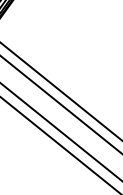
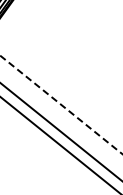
line at (60, 91): present -> none
line at (61, 105): solid -> dashed
